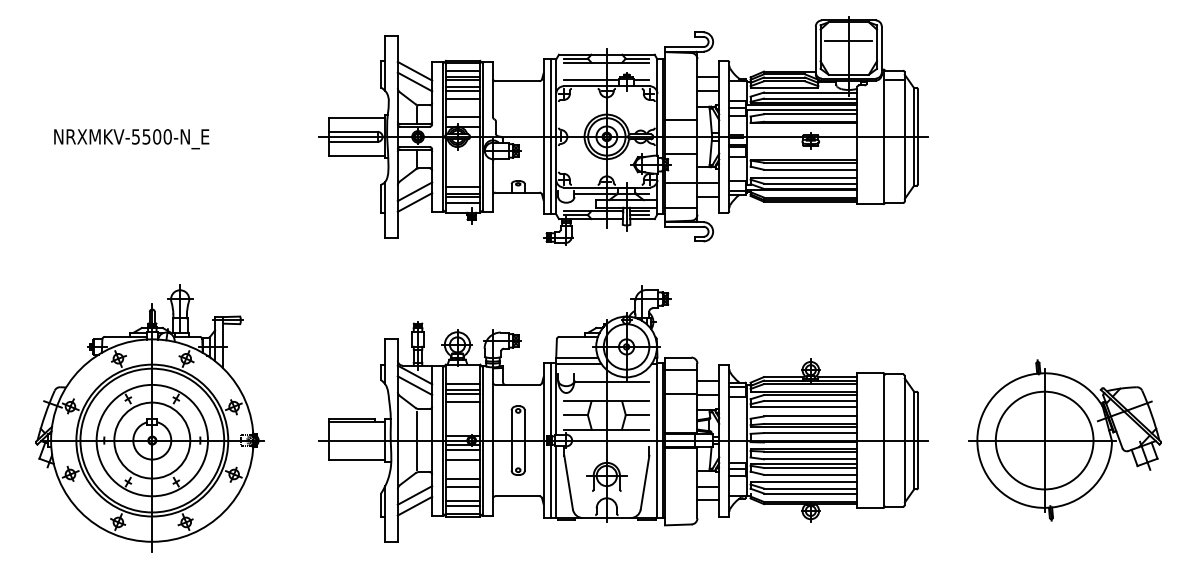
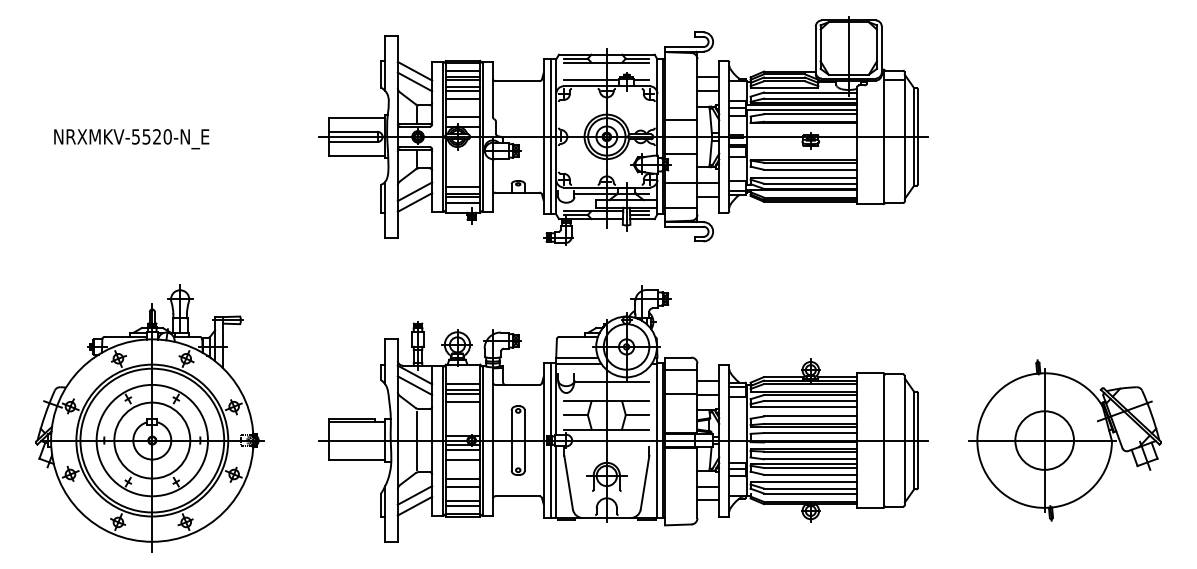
line at (848, 40): present -> none
text at (157, 136): NRXMKV-5500-N_E -> NRXMKV-5520-N_E
circle at (1044, 440) diameter: 98 px -> 59 px
